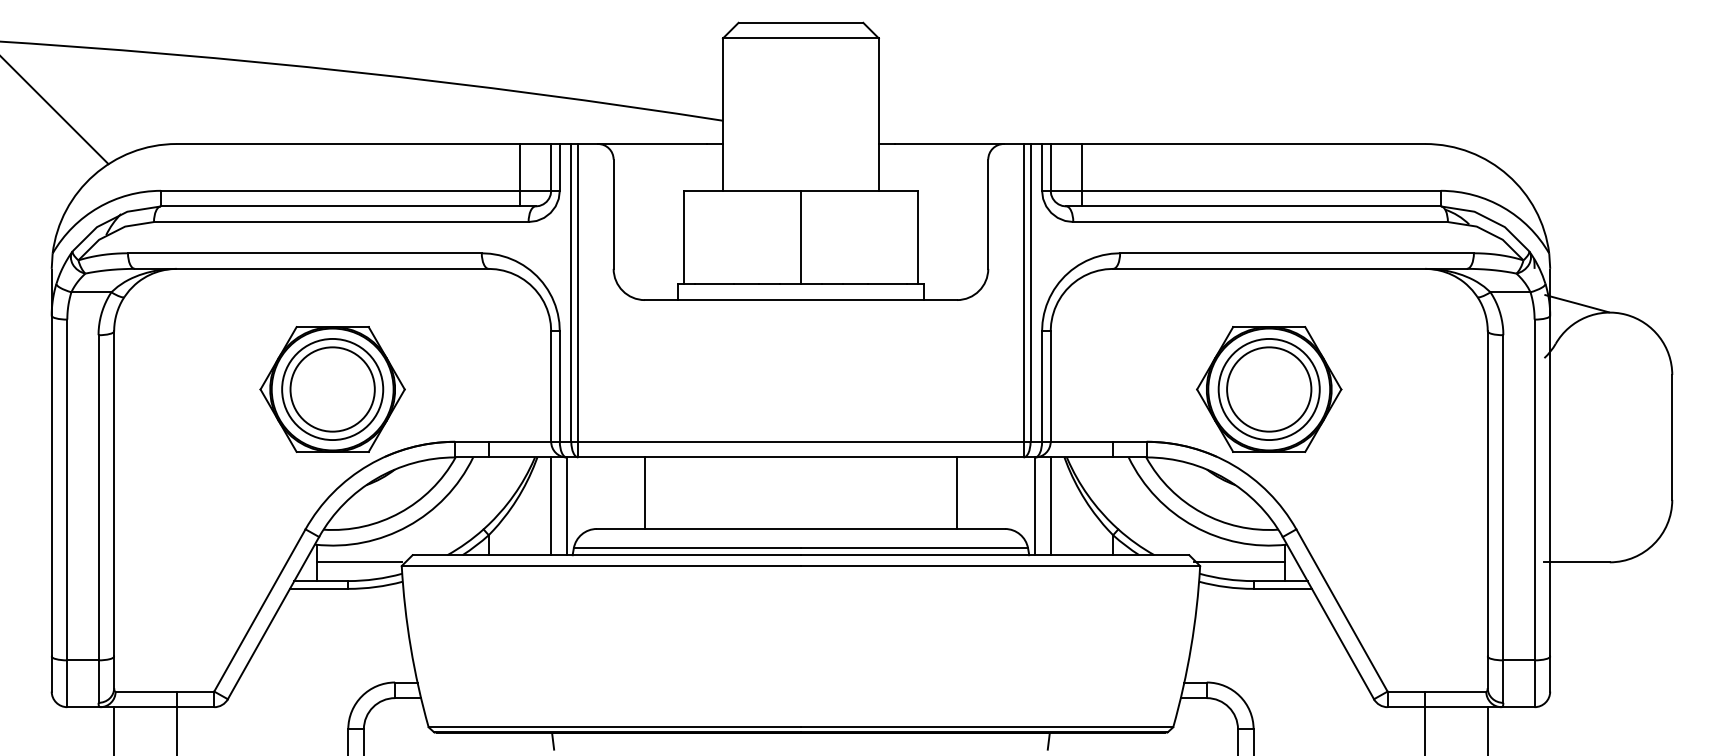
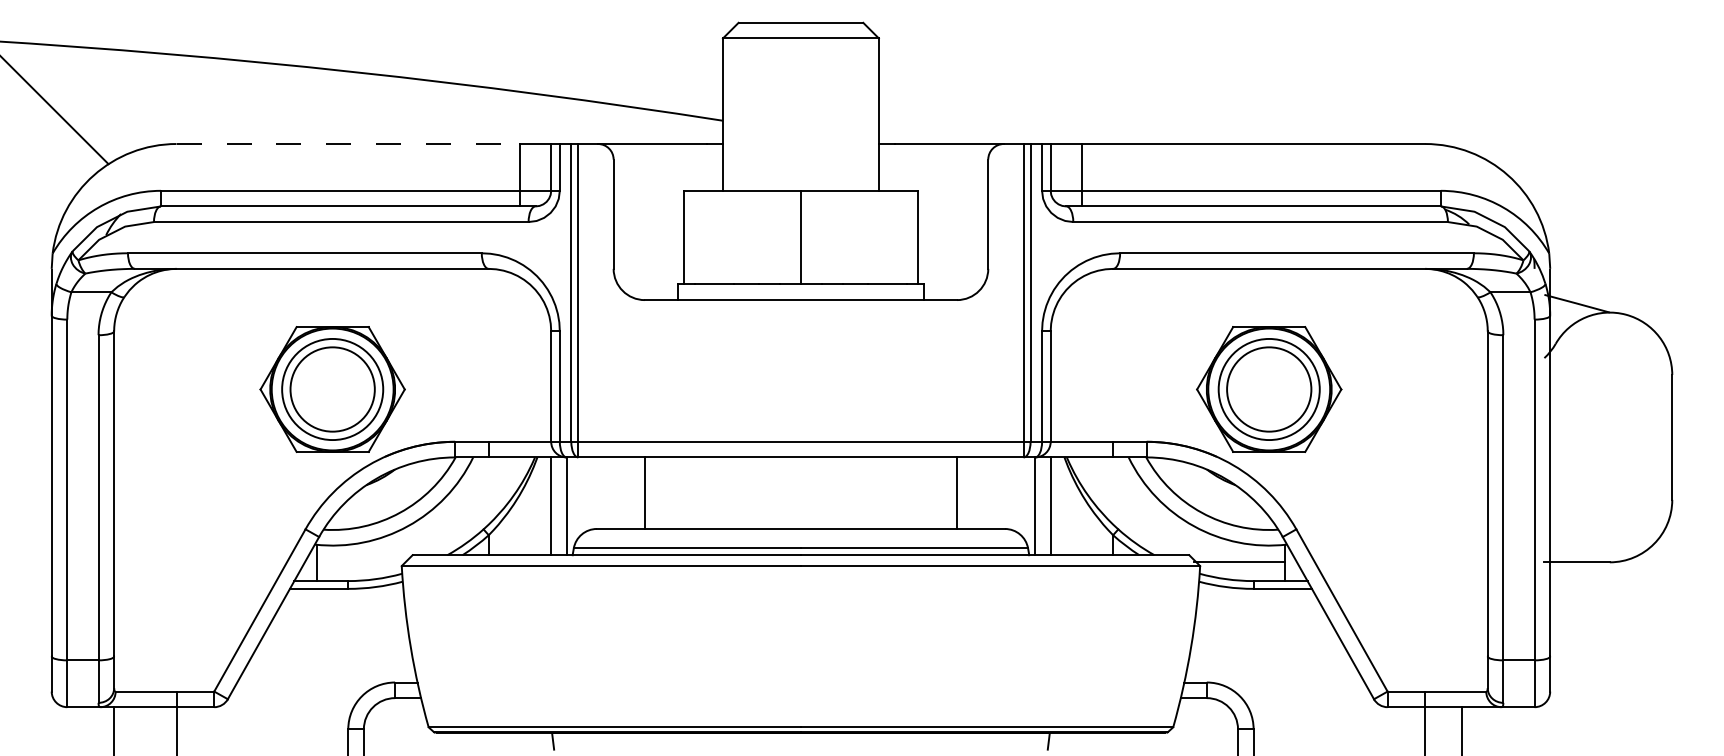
line at (348, 144): solid -> dashed
line at (359, 562): present -> none
line at (1487, 729) position: (1487, 729) -> (1461, 729)
